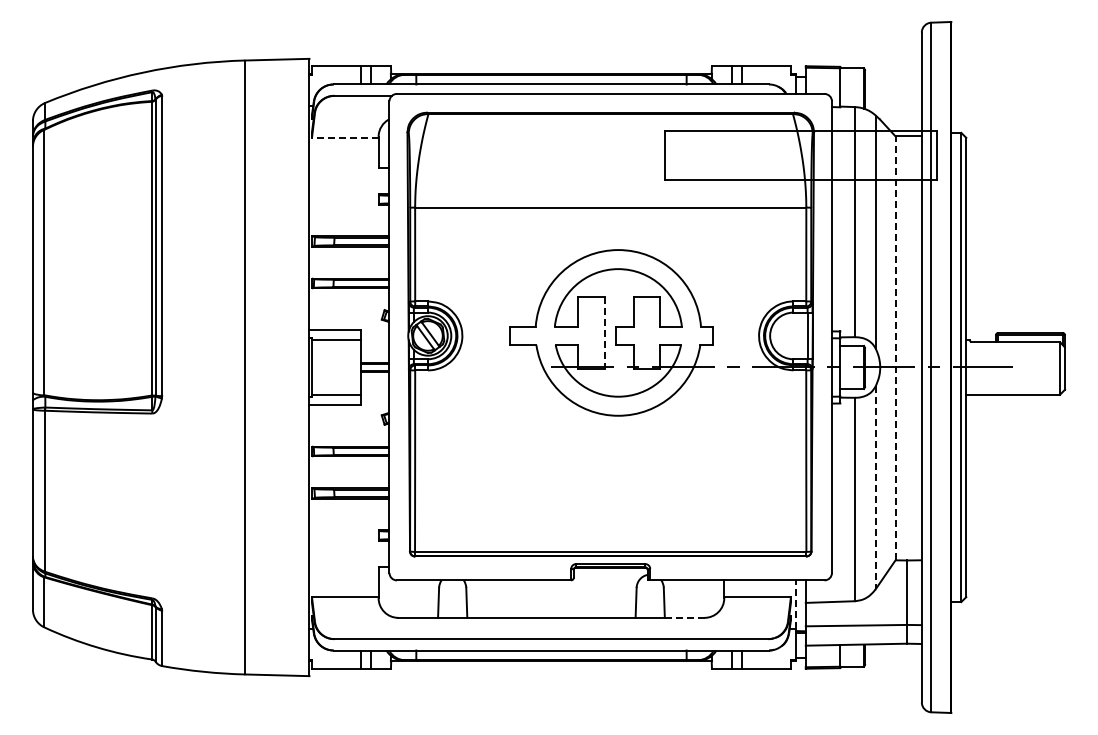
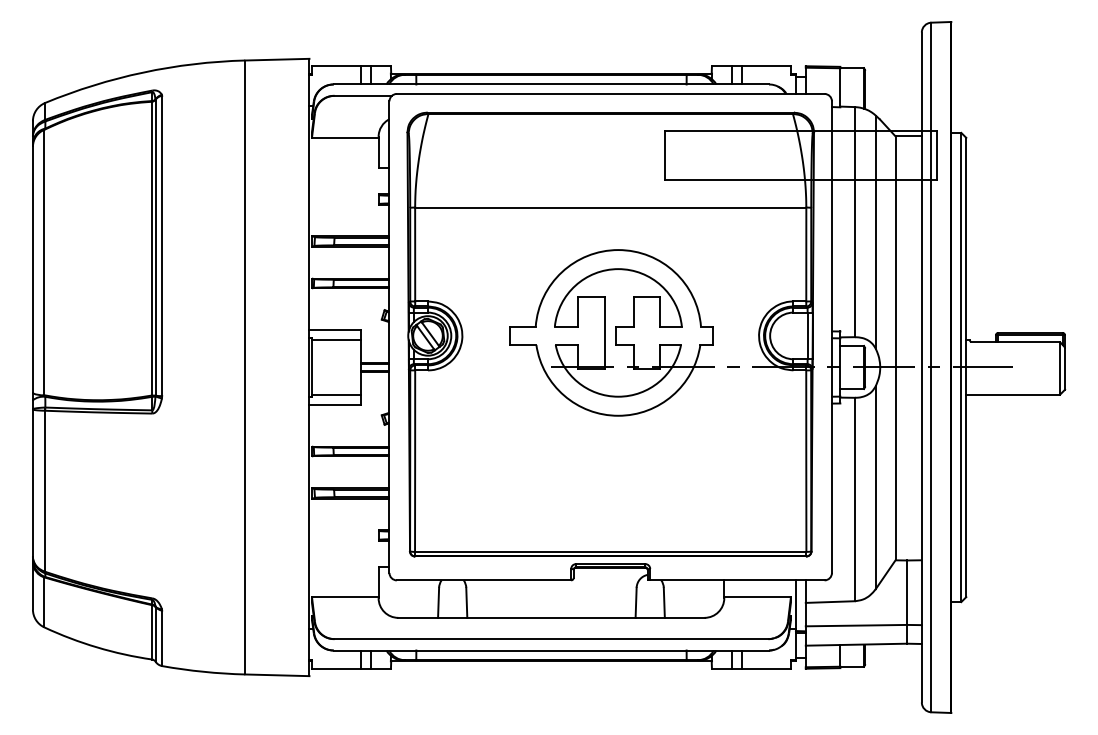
line at (344, 138): dashed -> solid
line at (604, 332): dashed -> solid
line at (895, 348): dashed -> solid
line at (875, 488): dashed -> solid
line at (795, 604): dashed -> solid
line at (684, 617): dashed -> solid
